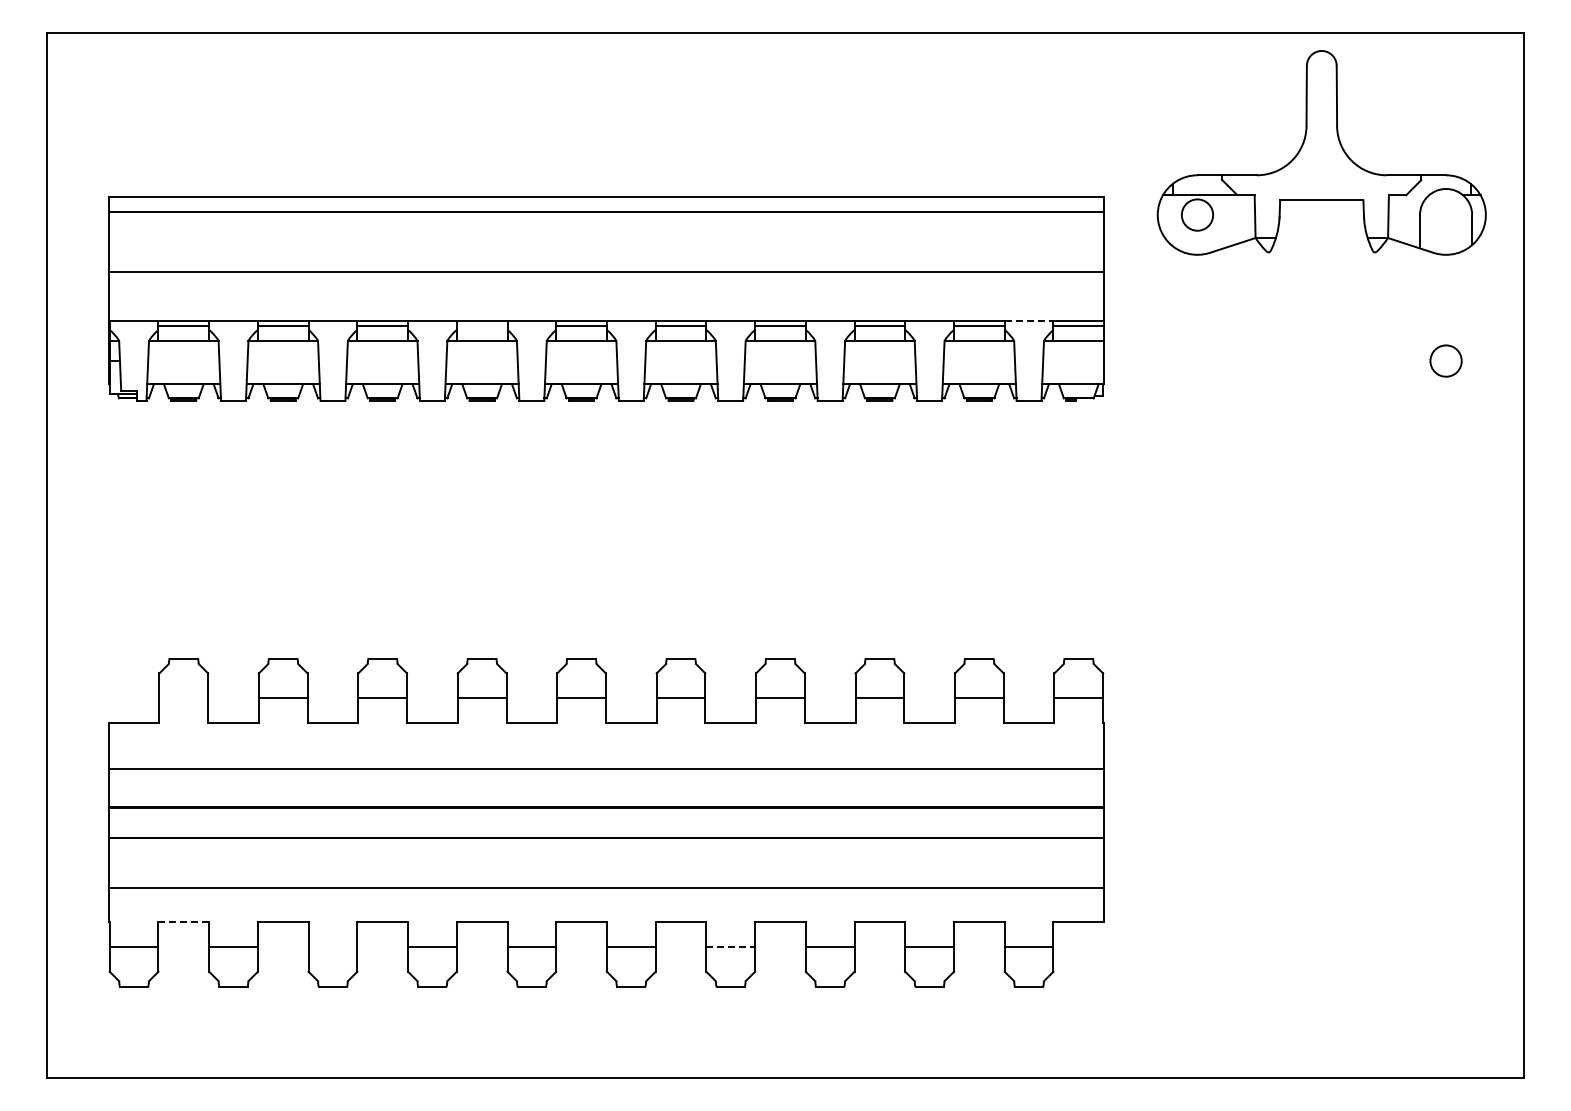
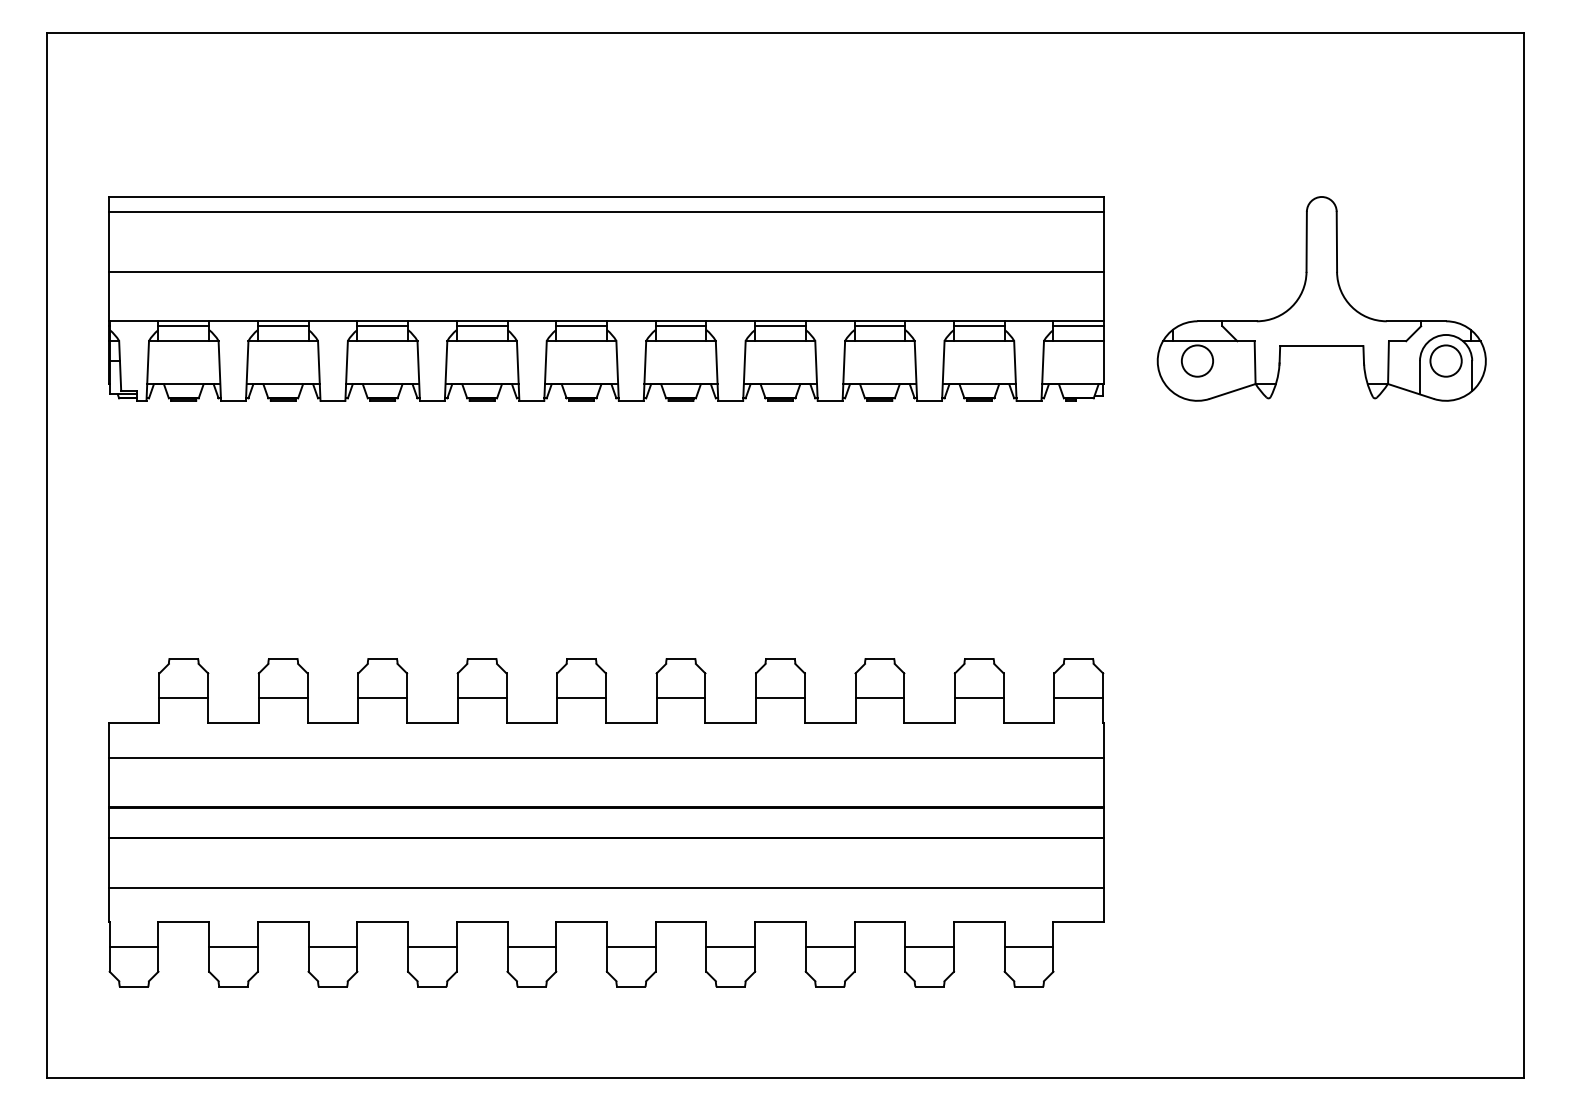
part at (1321, 152) position: (1321, 152) -> (1321, 298)
line at (1029, 321): dashed -> solid
line at (481, 326): none -> present
line at (183, 698): none -> present
line at (606, 768) position: (606, 768) -> (606, 757)
line at (184, 921): dashed -> solid
line at (332, 946): none -> present
line at (731, 946): dashed -> solid
